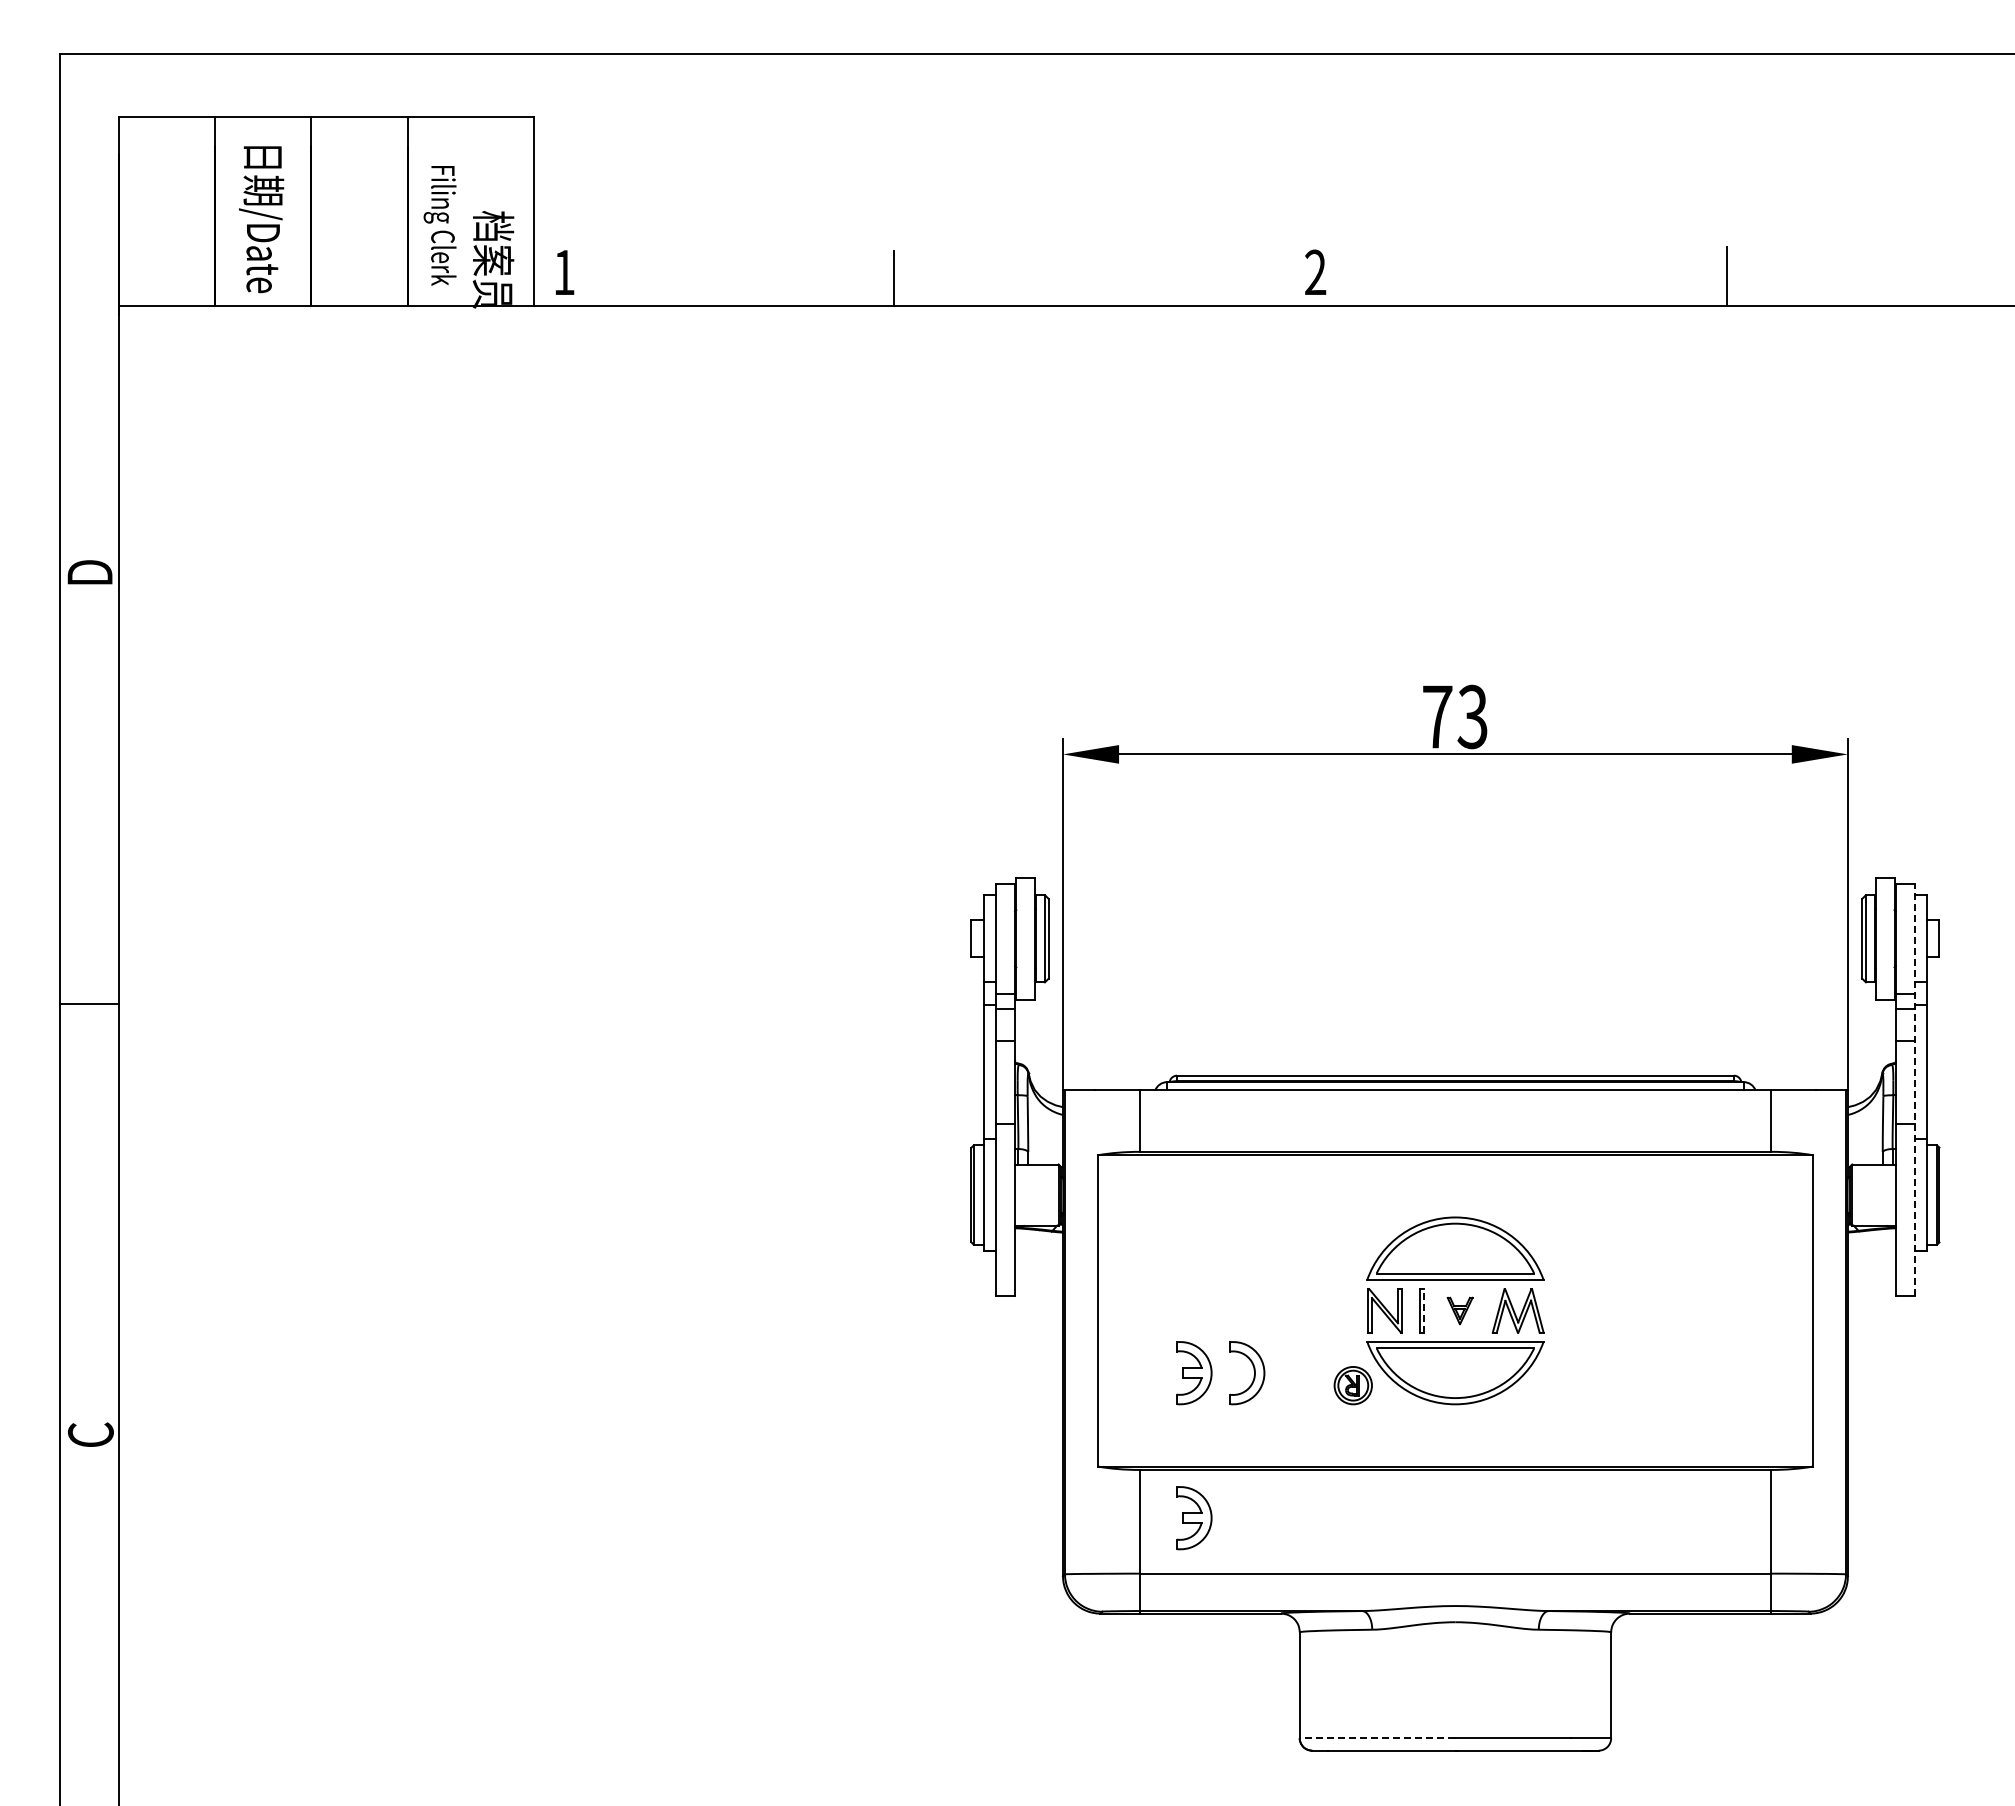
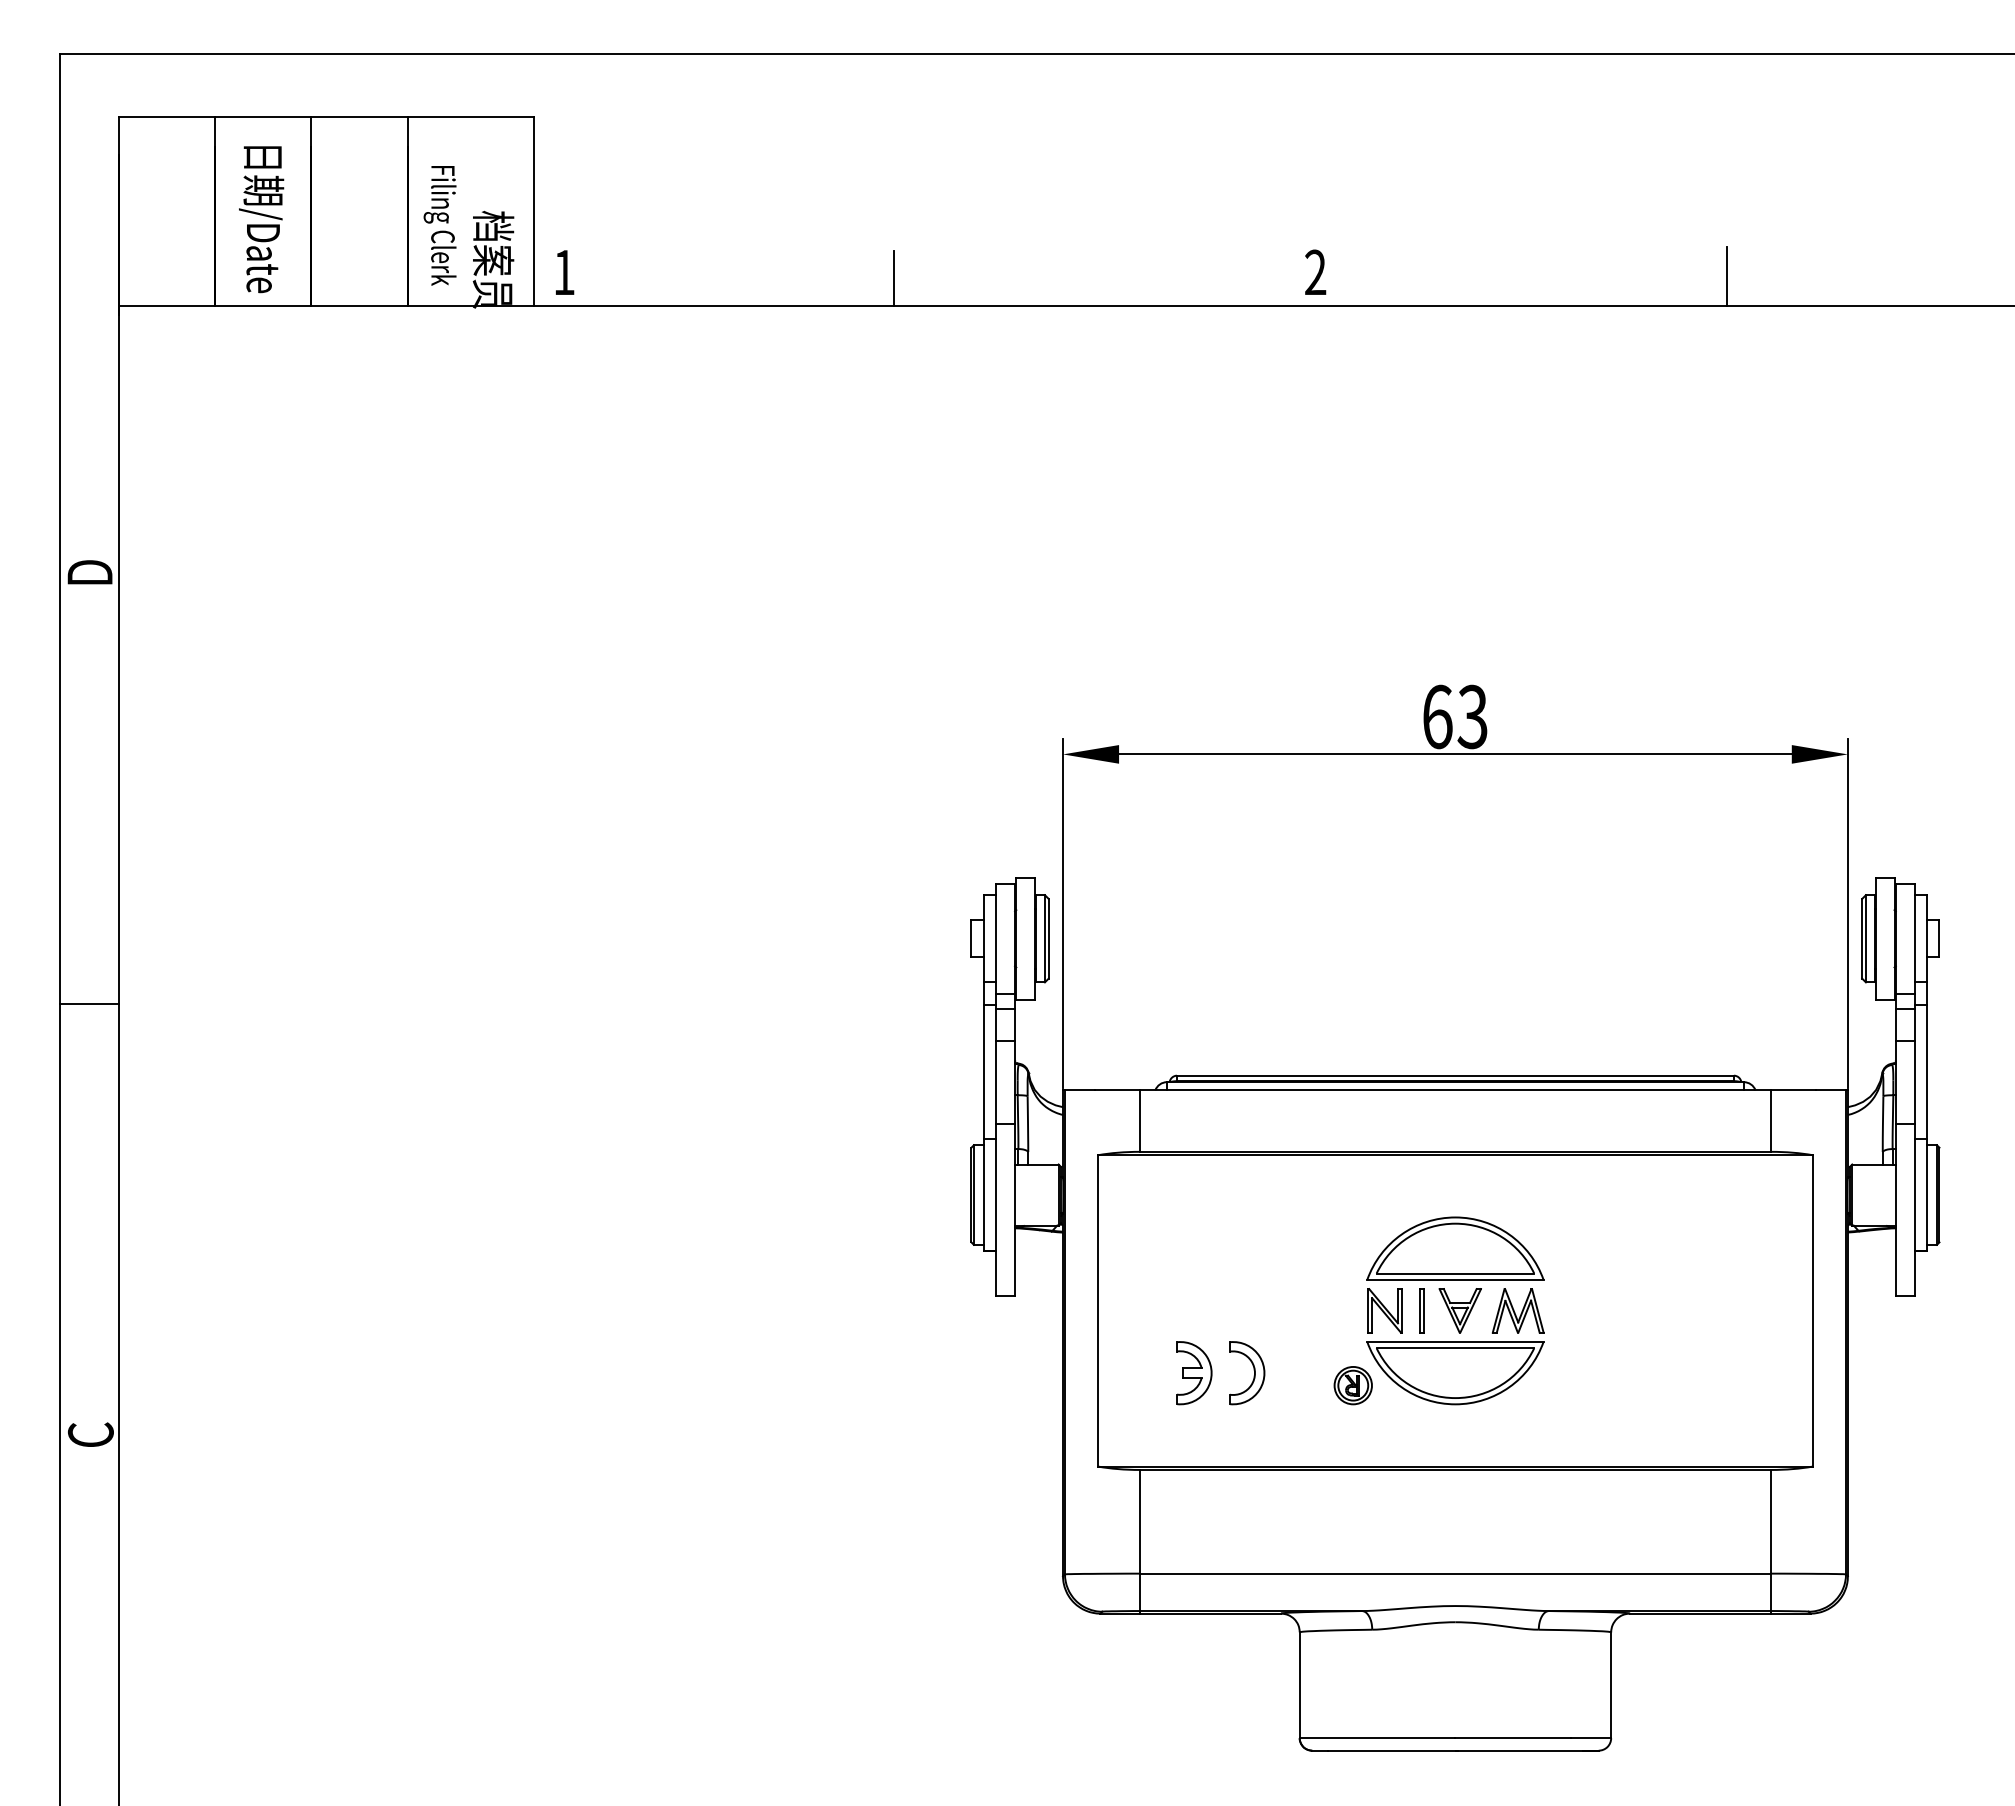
text at (1437, 716): 73 -> 63
line at (1914, 1089): dashed -> solid
line at (1424, 1310): dashed -> solid
part at (1459, 1310) size: 28x29 px -> 44x46 px
part at (1194, 1518): present -> none
line at (1377, 1738): dashed -> solid
